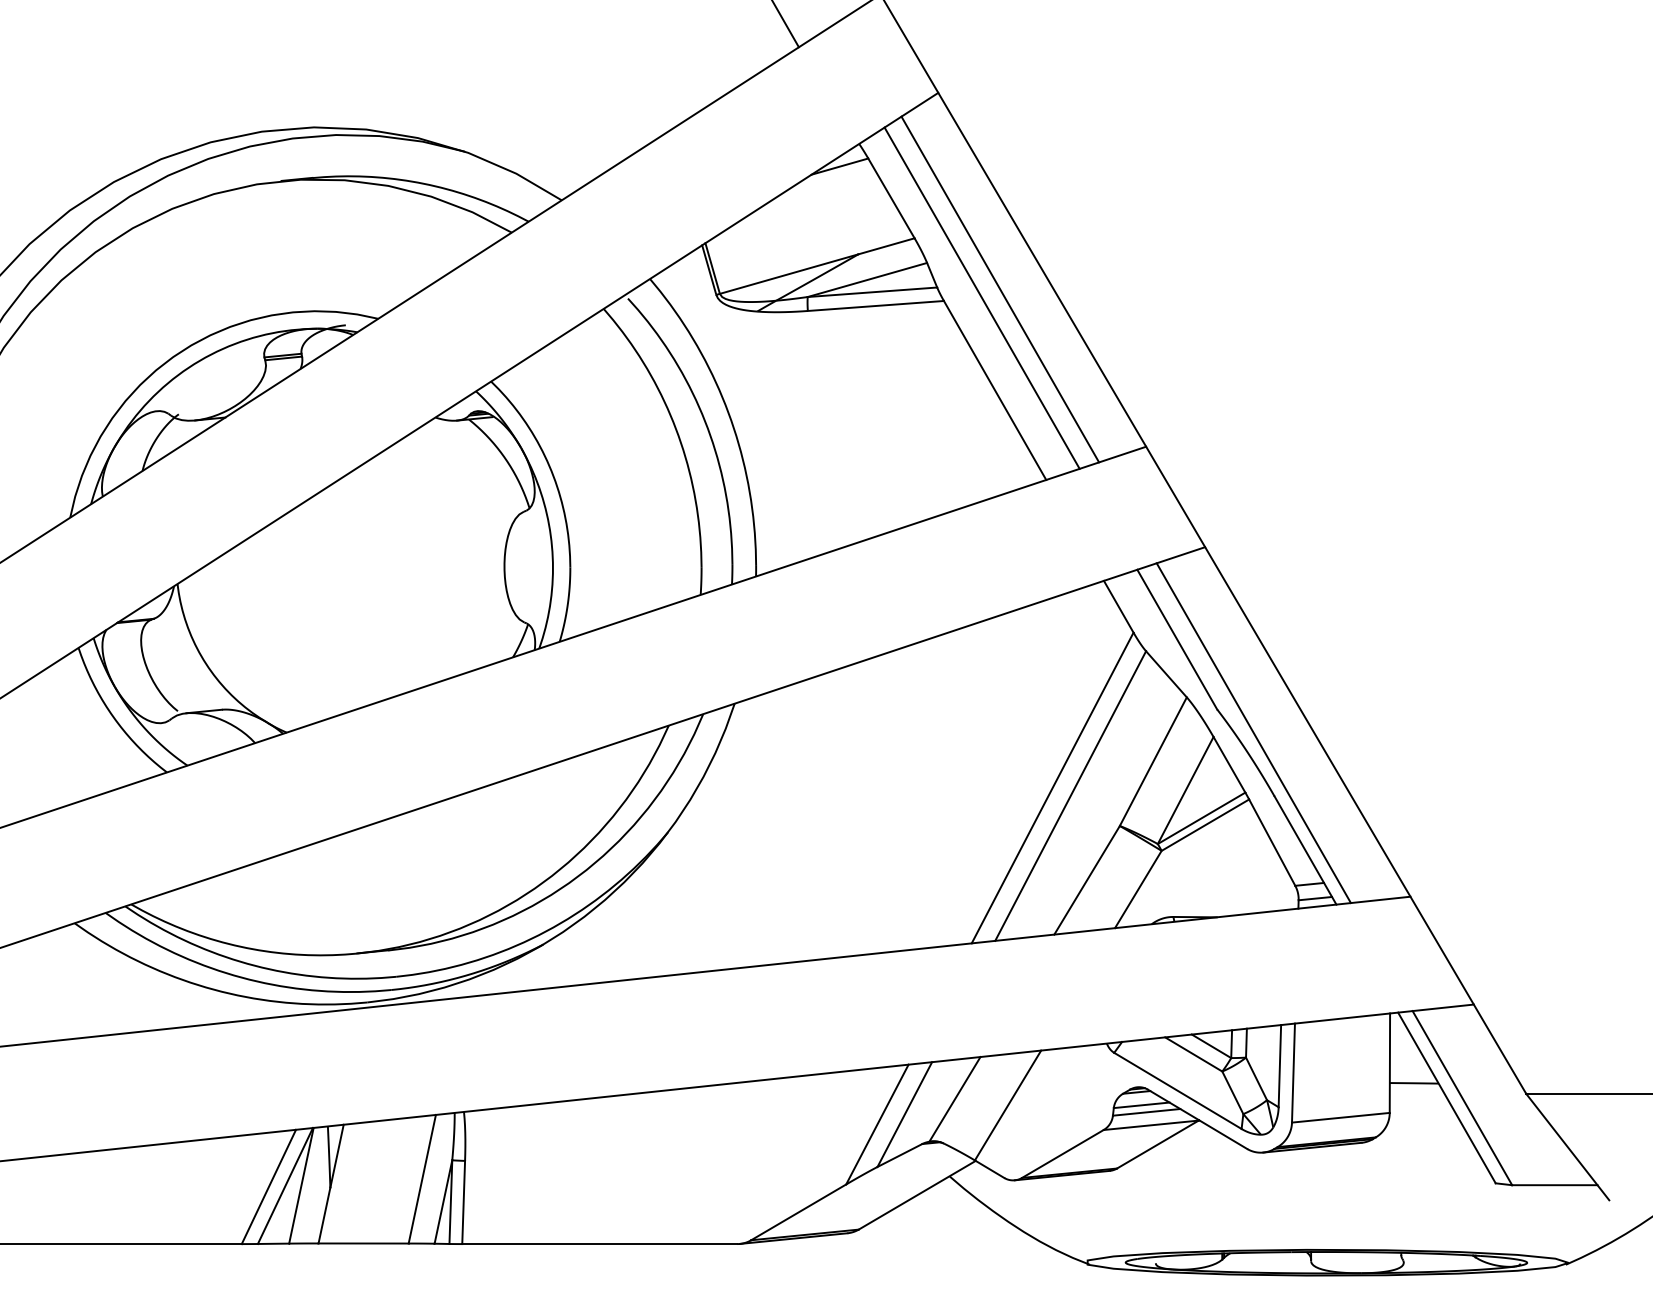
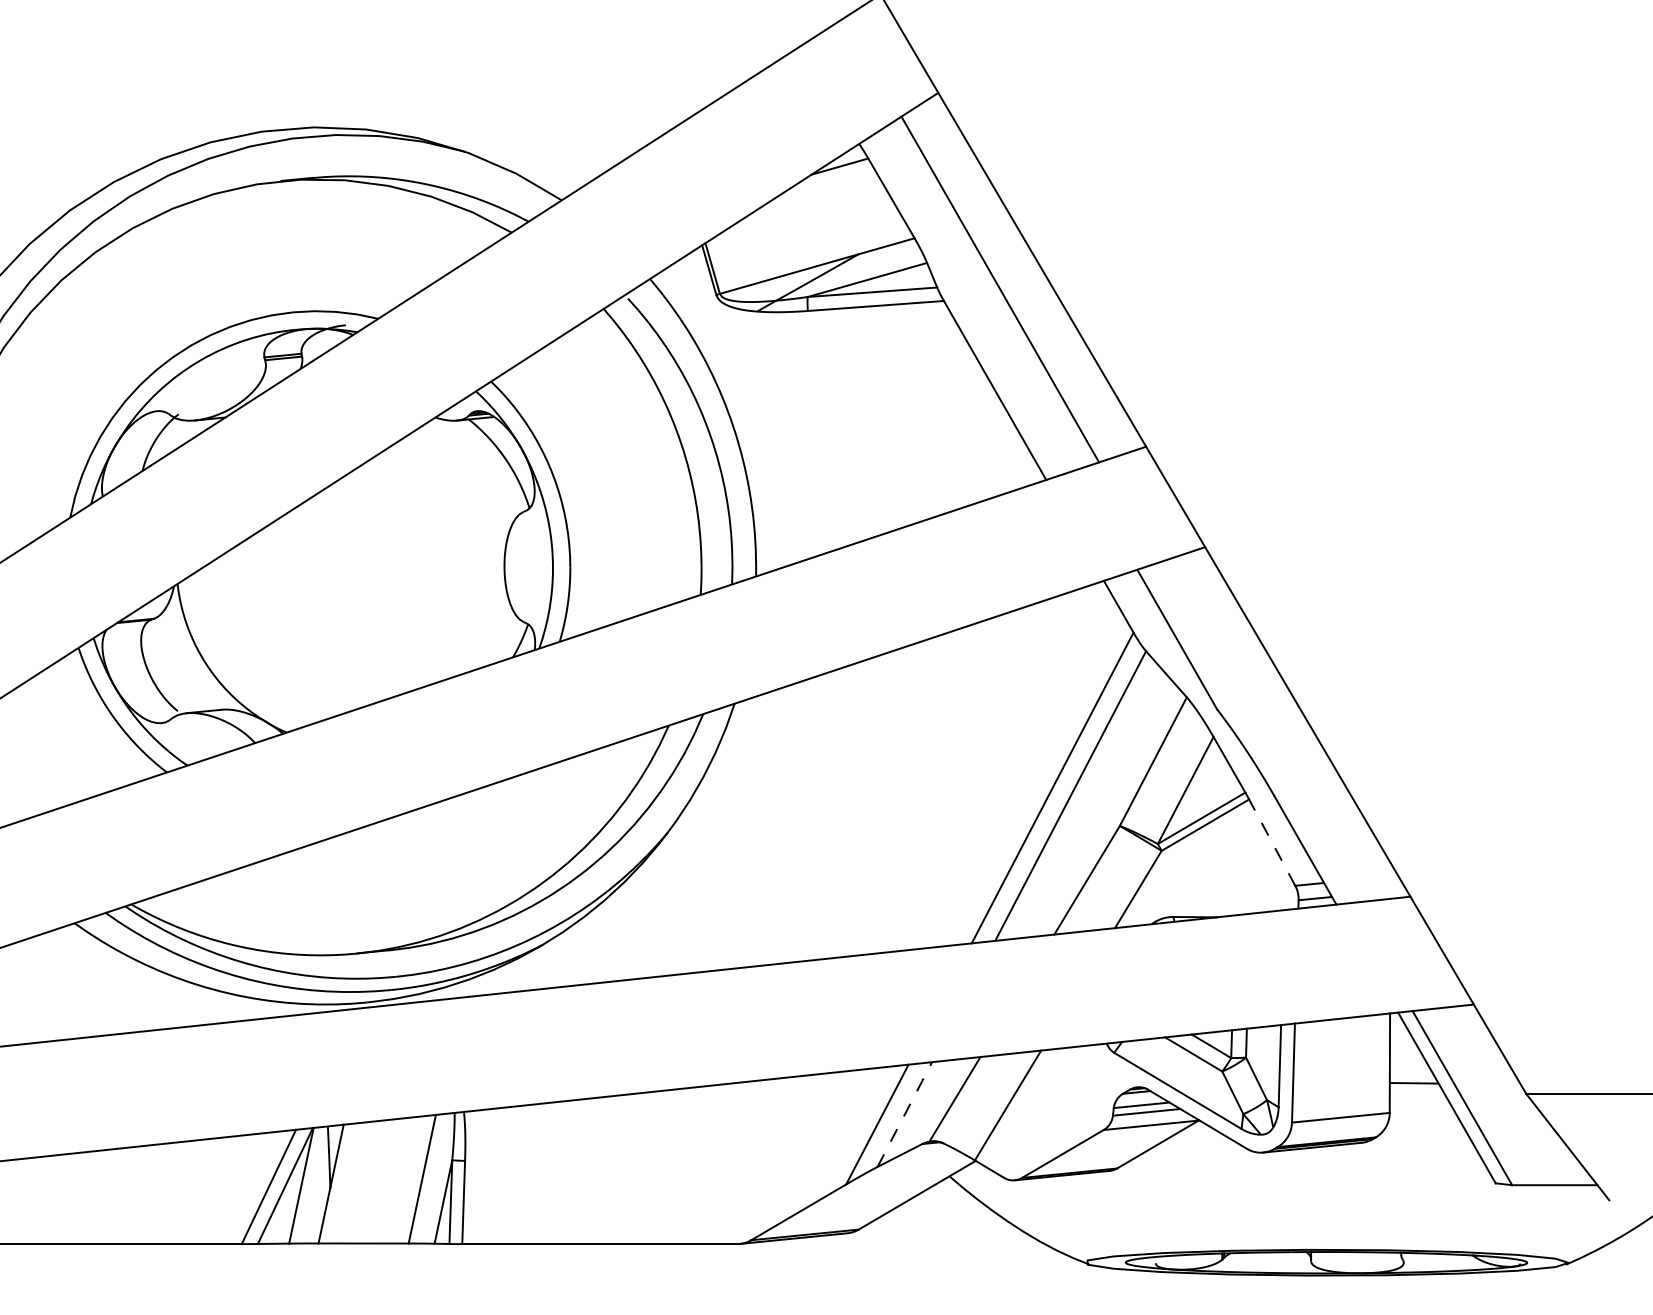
line at (785, 24): present -> none
line at (981, 297): present -> none
line at (1253, 733): present -> none
line at (1272, 842): solid -> dashed
line at (905, 1114): solid -> dashed
